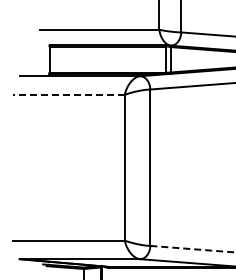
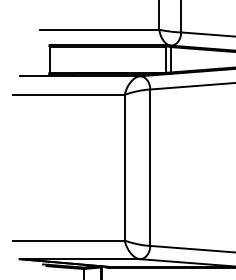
line at (68, 94): dashed -> solid
line at (192, 249): dashed -> solid
